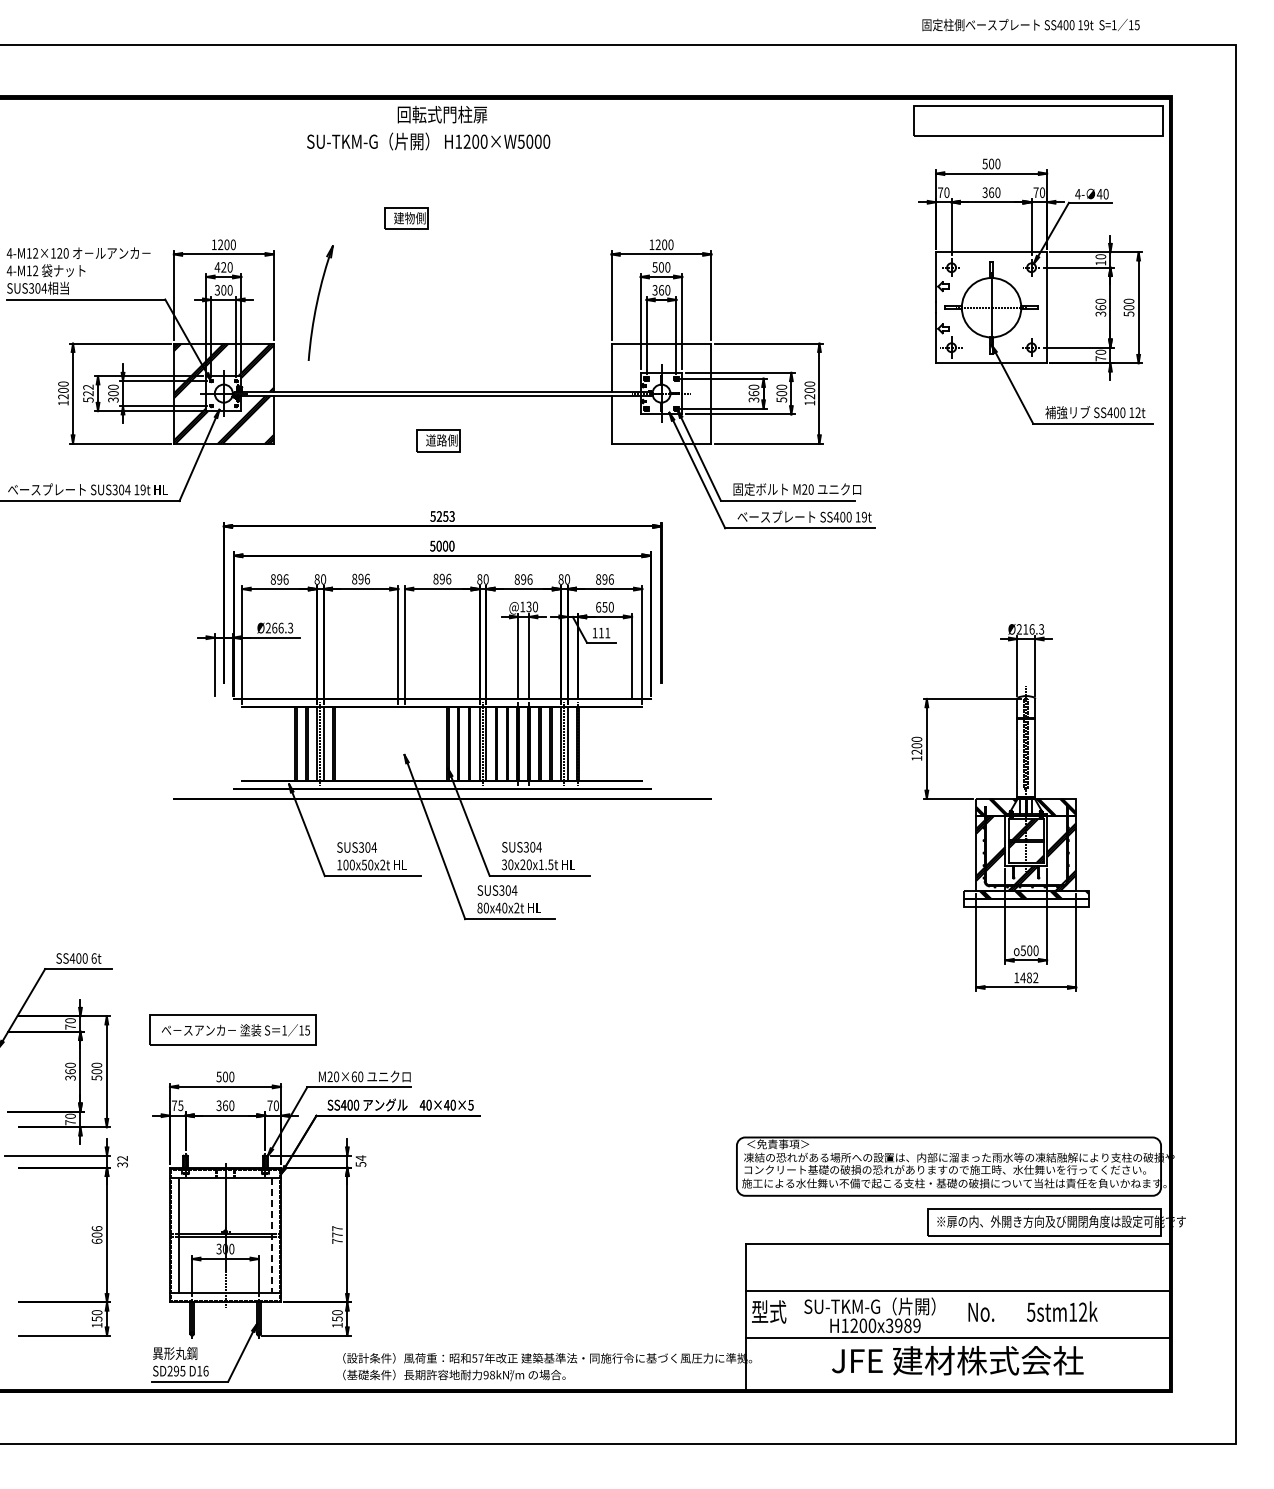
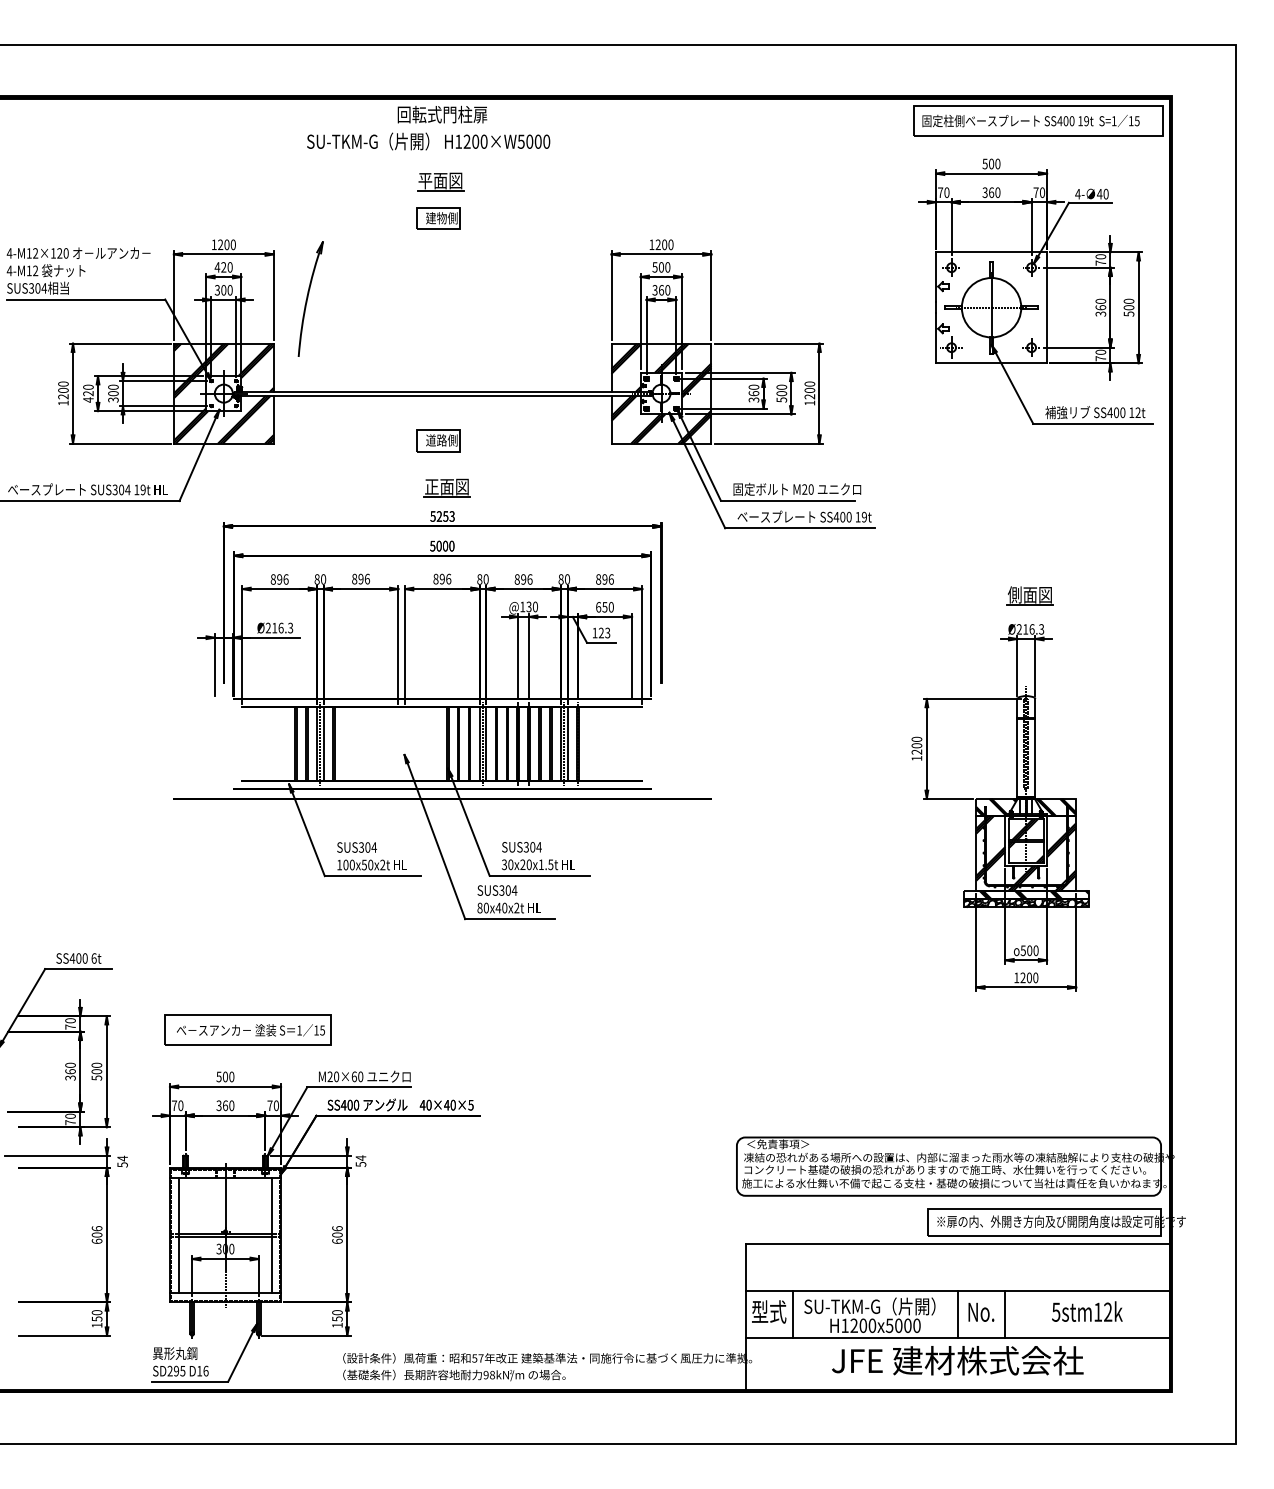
text at (1030, 24) position: (1030, 24) -> (1030, 120)
part at (440, 181): none -> present
part at (406, 218) position: (406, 218) -> (438, 218)
text at (1100, 262): 10 -> 70
part at (320, 302) position: (320, 302) -> (310, 298)
text at (88, 393): 522 -> 420
hatch at (661, 393): none -> present
part at (446, 487): none -> present
part at (1029, 595): none -> present
text at (274, 627): Ø266.3 -> Ø216.3
text at (604, 632): 111 -> 123
hatch at (1025, 902): none -> present
text at (1029, 977): 1482 -> 1200
part at (232, 1029) position: (232, 1029) -> (247, 1029)
text at (180, 1105): 75 -> 70
text at (122, 1161): 32 -> 54
text at (337, 1234): 777 -> 606
line at (272, 1235): dashed -> solid
text at (1062, 1311) position: (1062, 1311) -> (1087, 1311)
line at (792, 1314): none -> present
line at (957, 1314): none -> present
line at (1004, 1314): none -> present
text at (903, 1325): H1200x3989 -> H1200x5000
